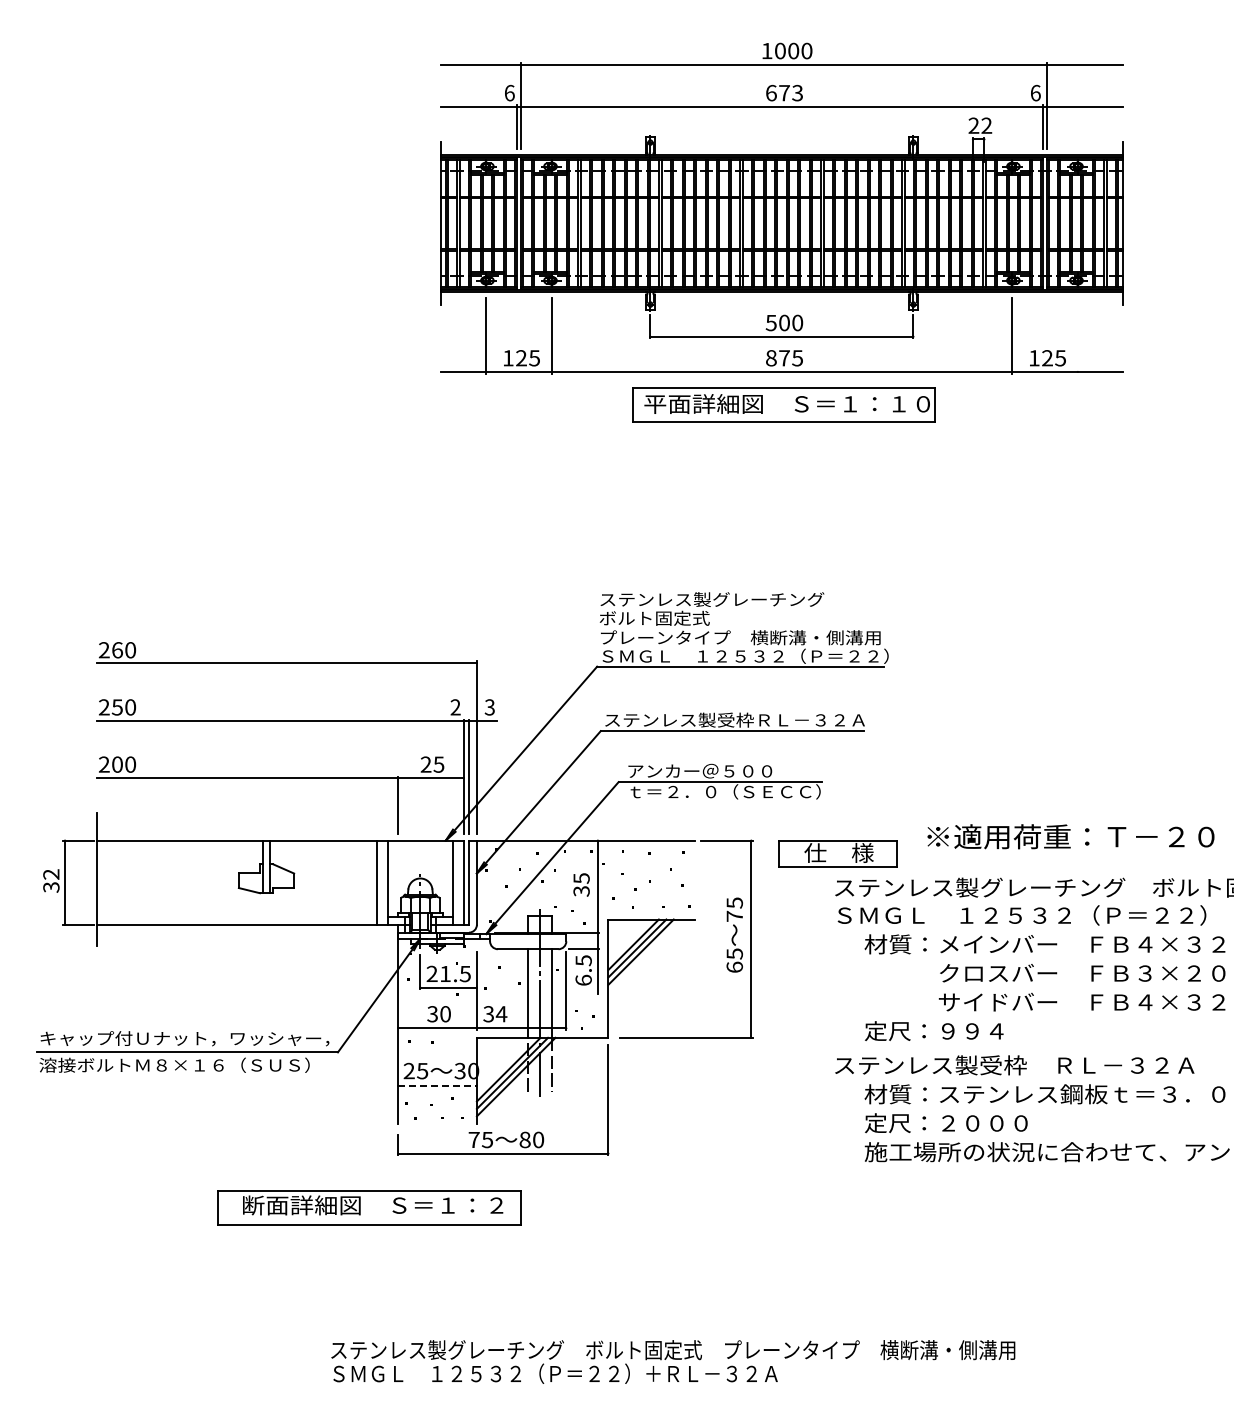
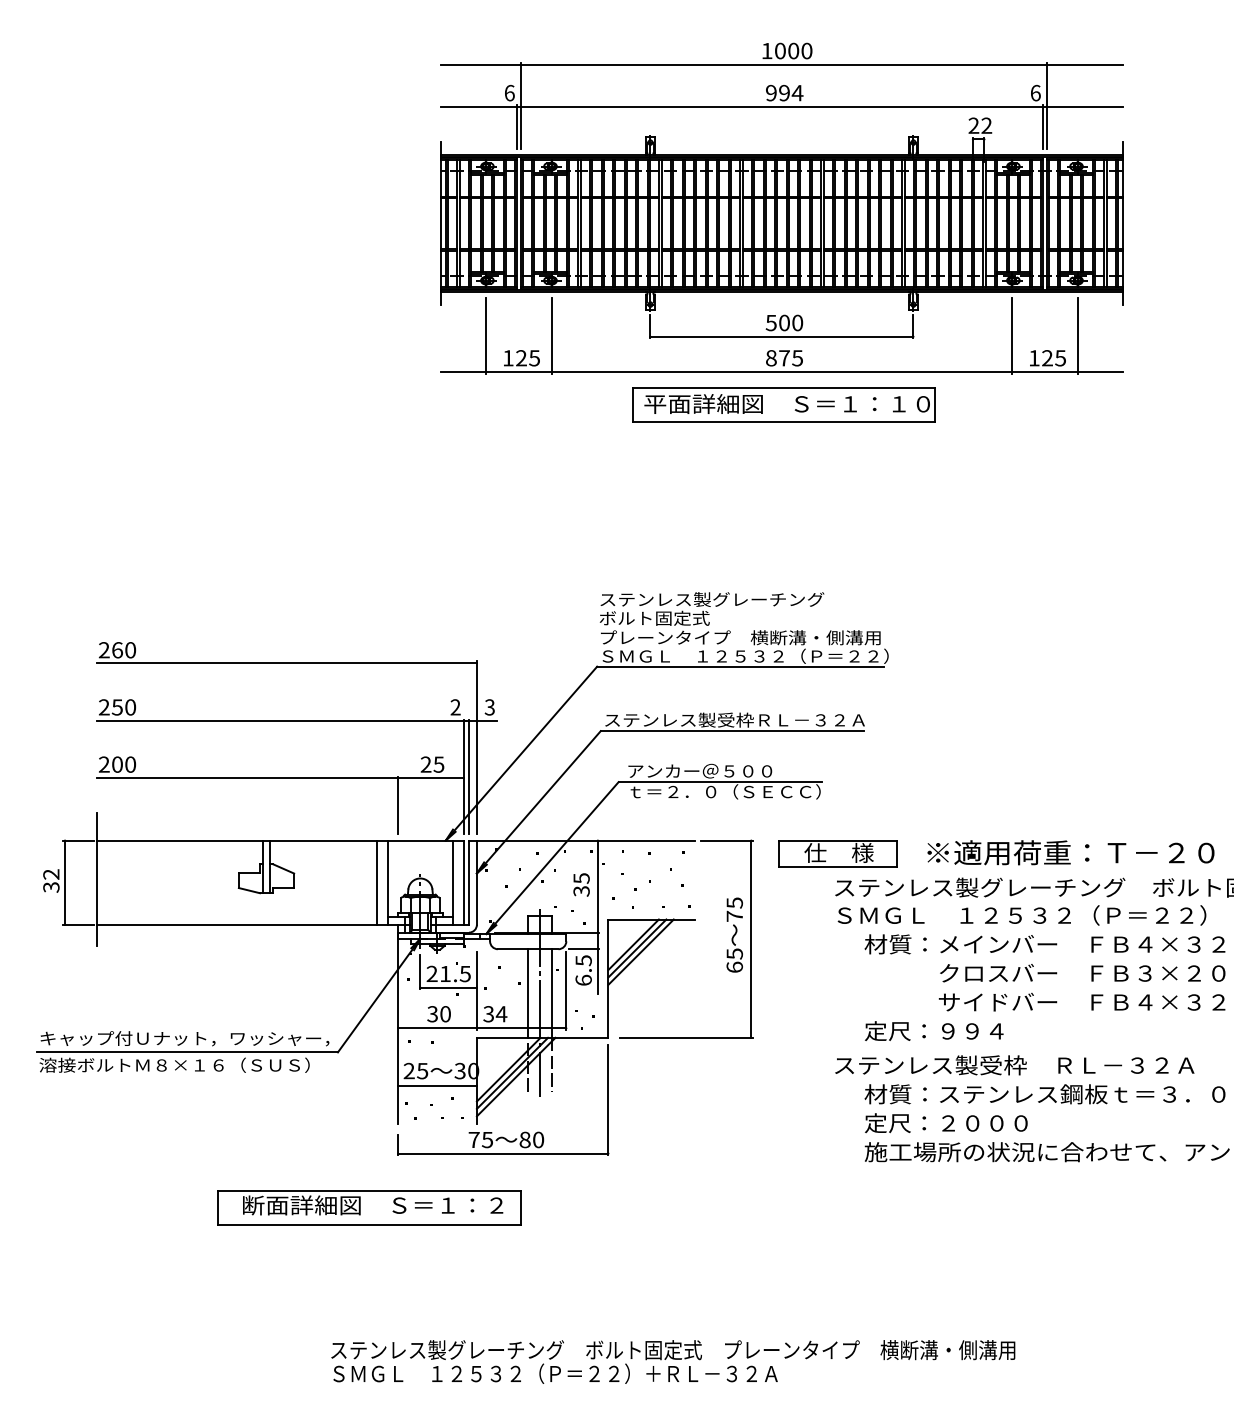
text at (784, 92): 673 -> 994
line at (1077, 335): none -> present
text at (1070, 836) position: (1070, 836) -> (1070, 852)
line at (437, 1085): dashed -> solid
